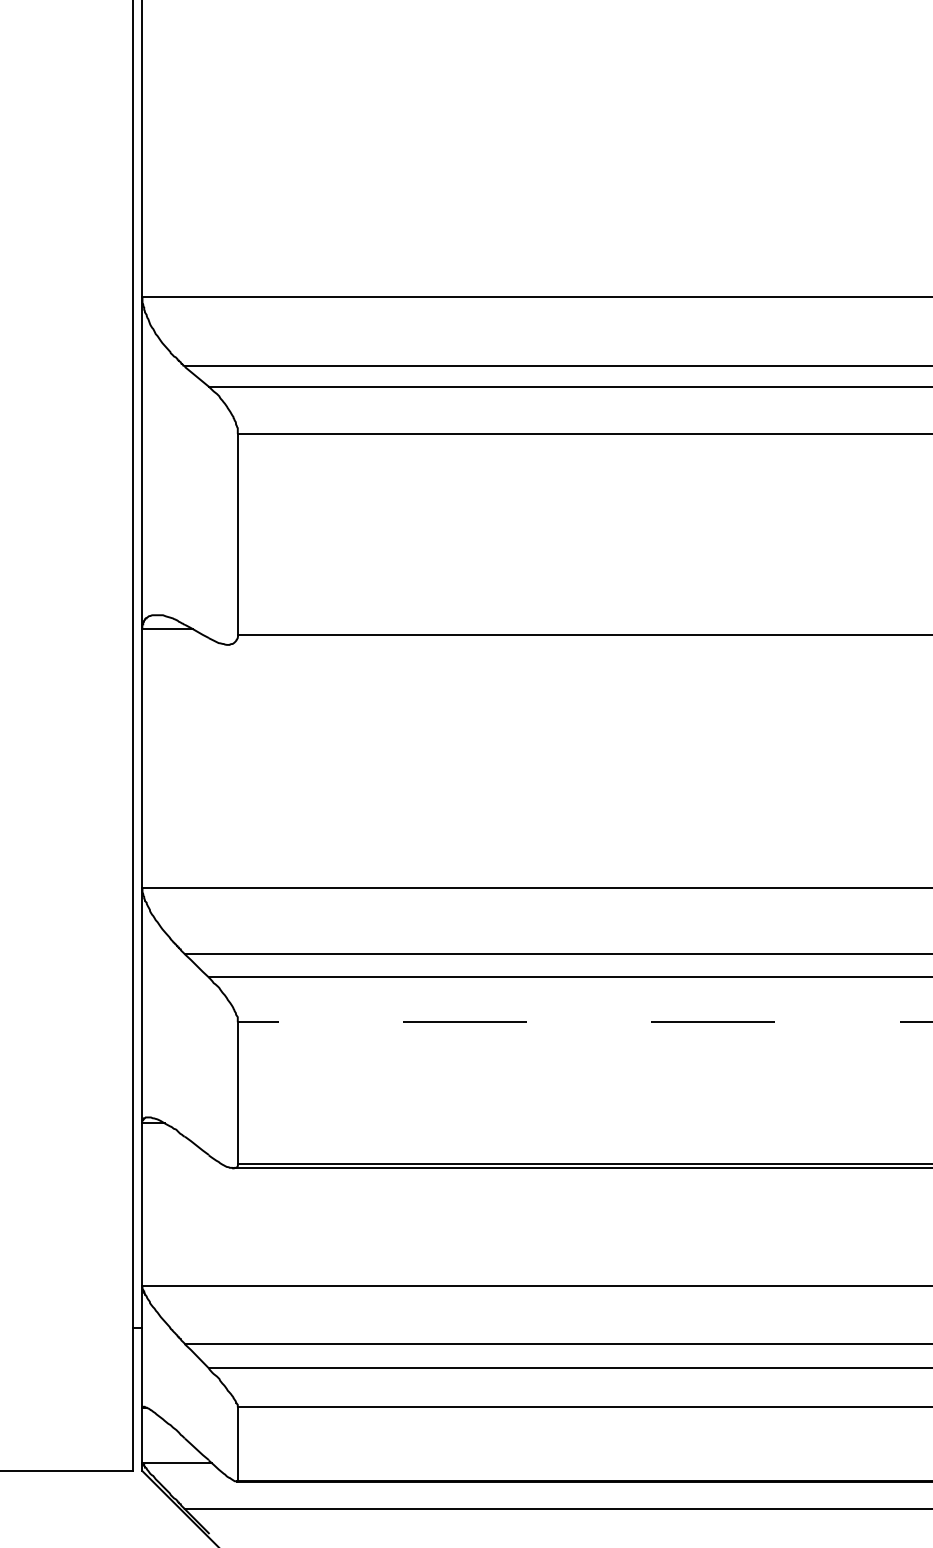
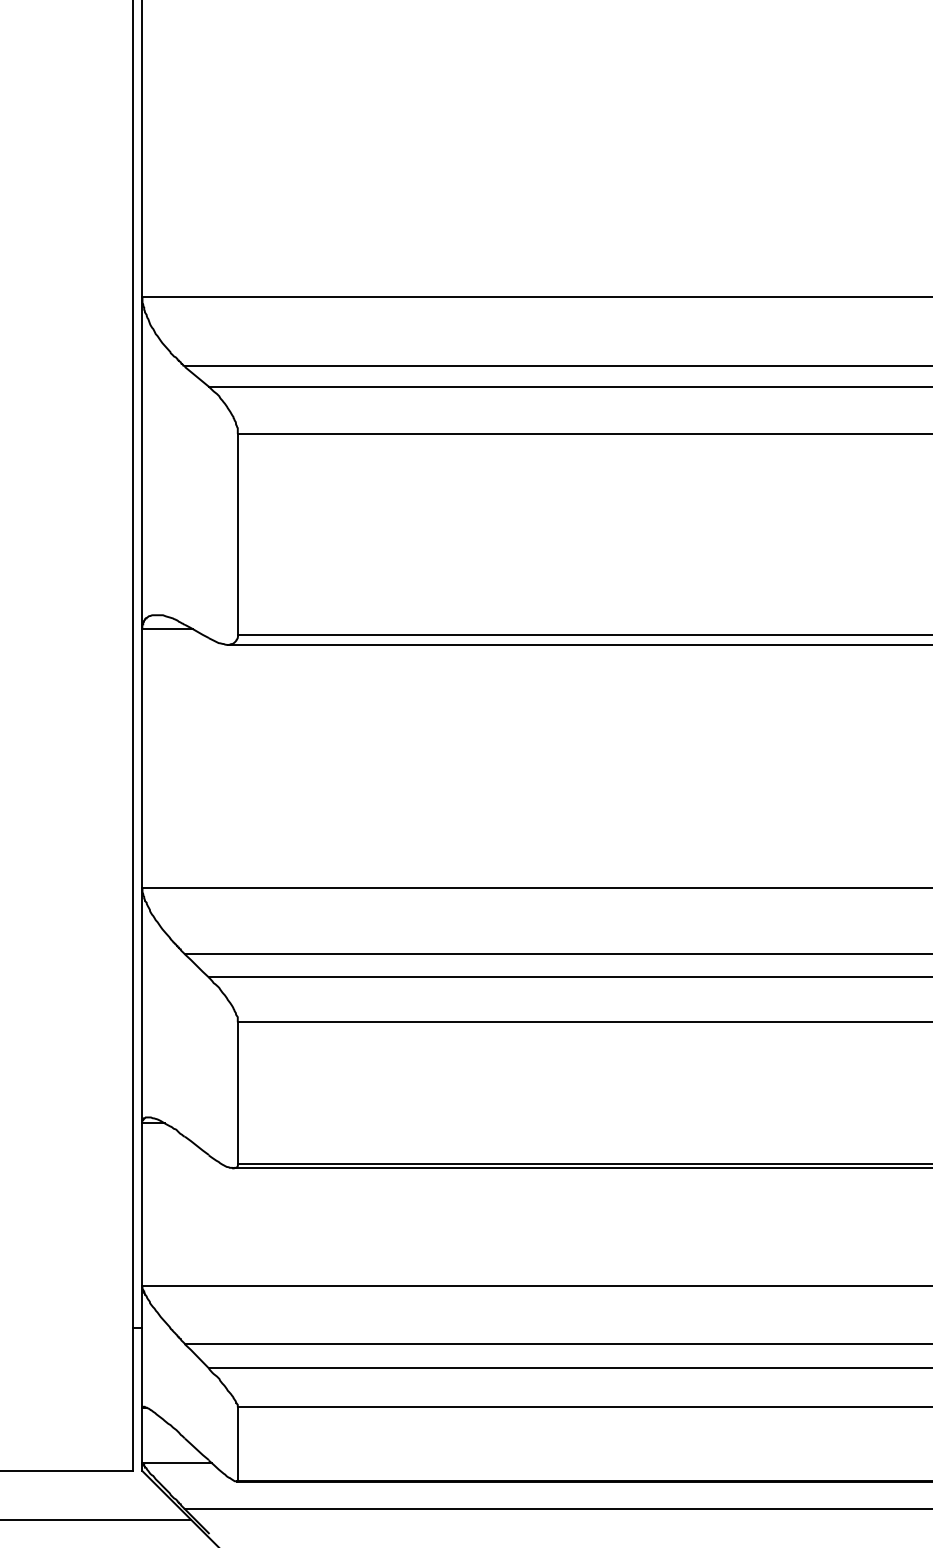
line at (578, 644): none -> present
line at (584, 1022): dashed -> solid
line at (96, 1520): none -> present
